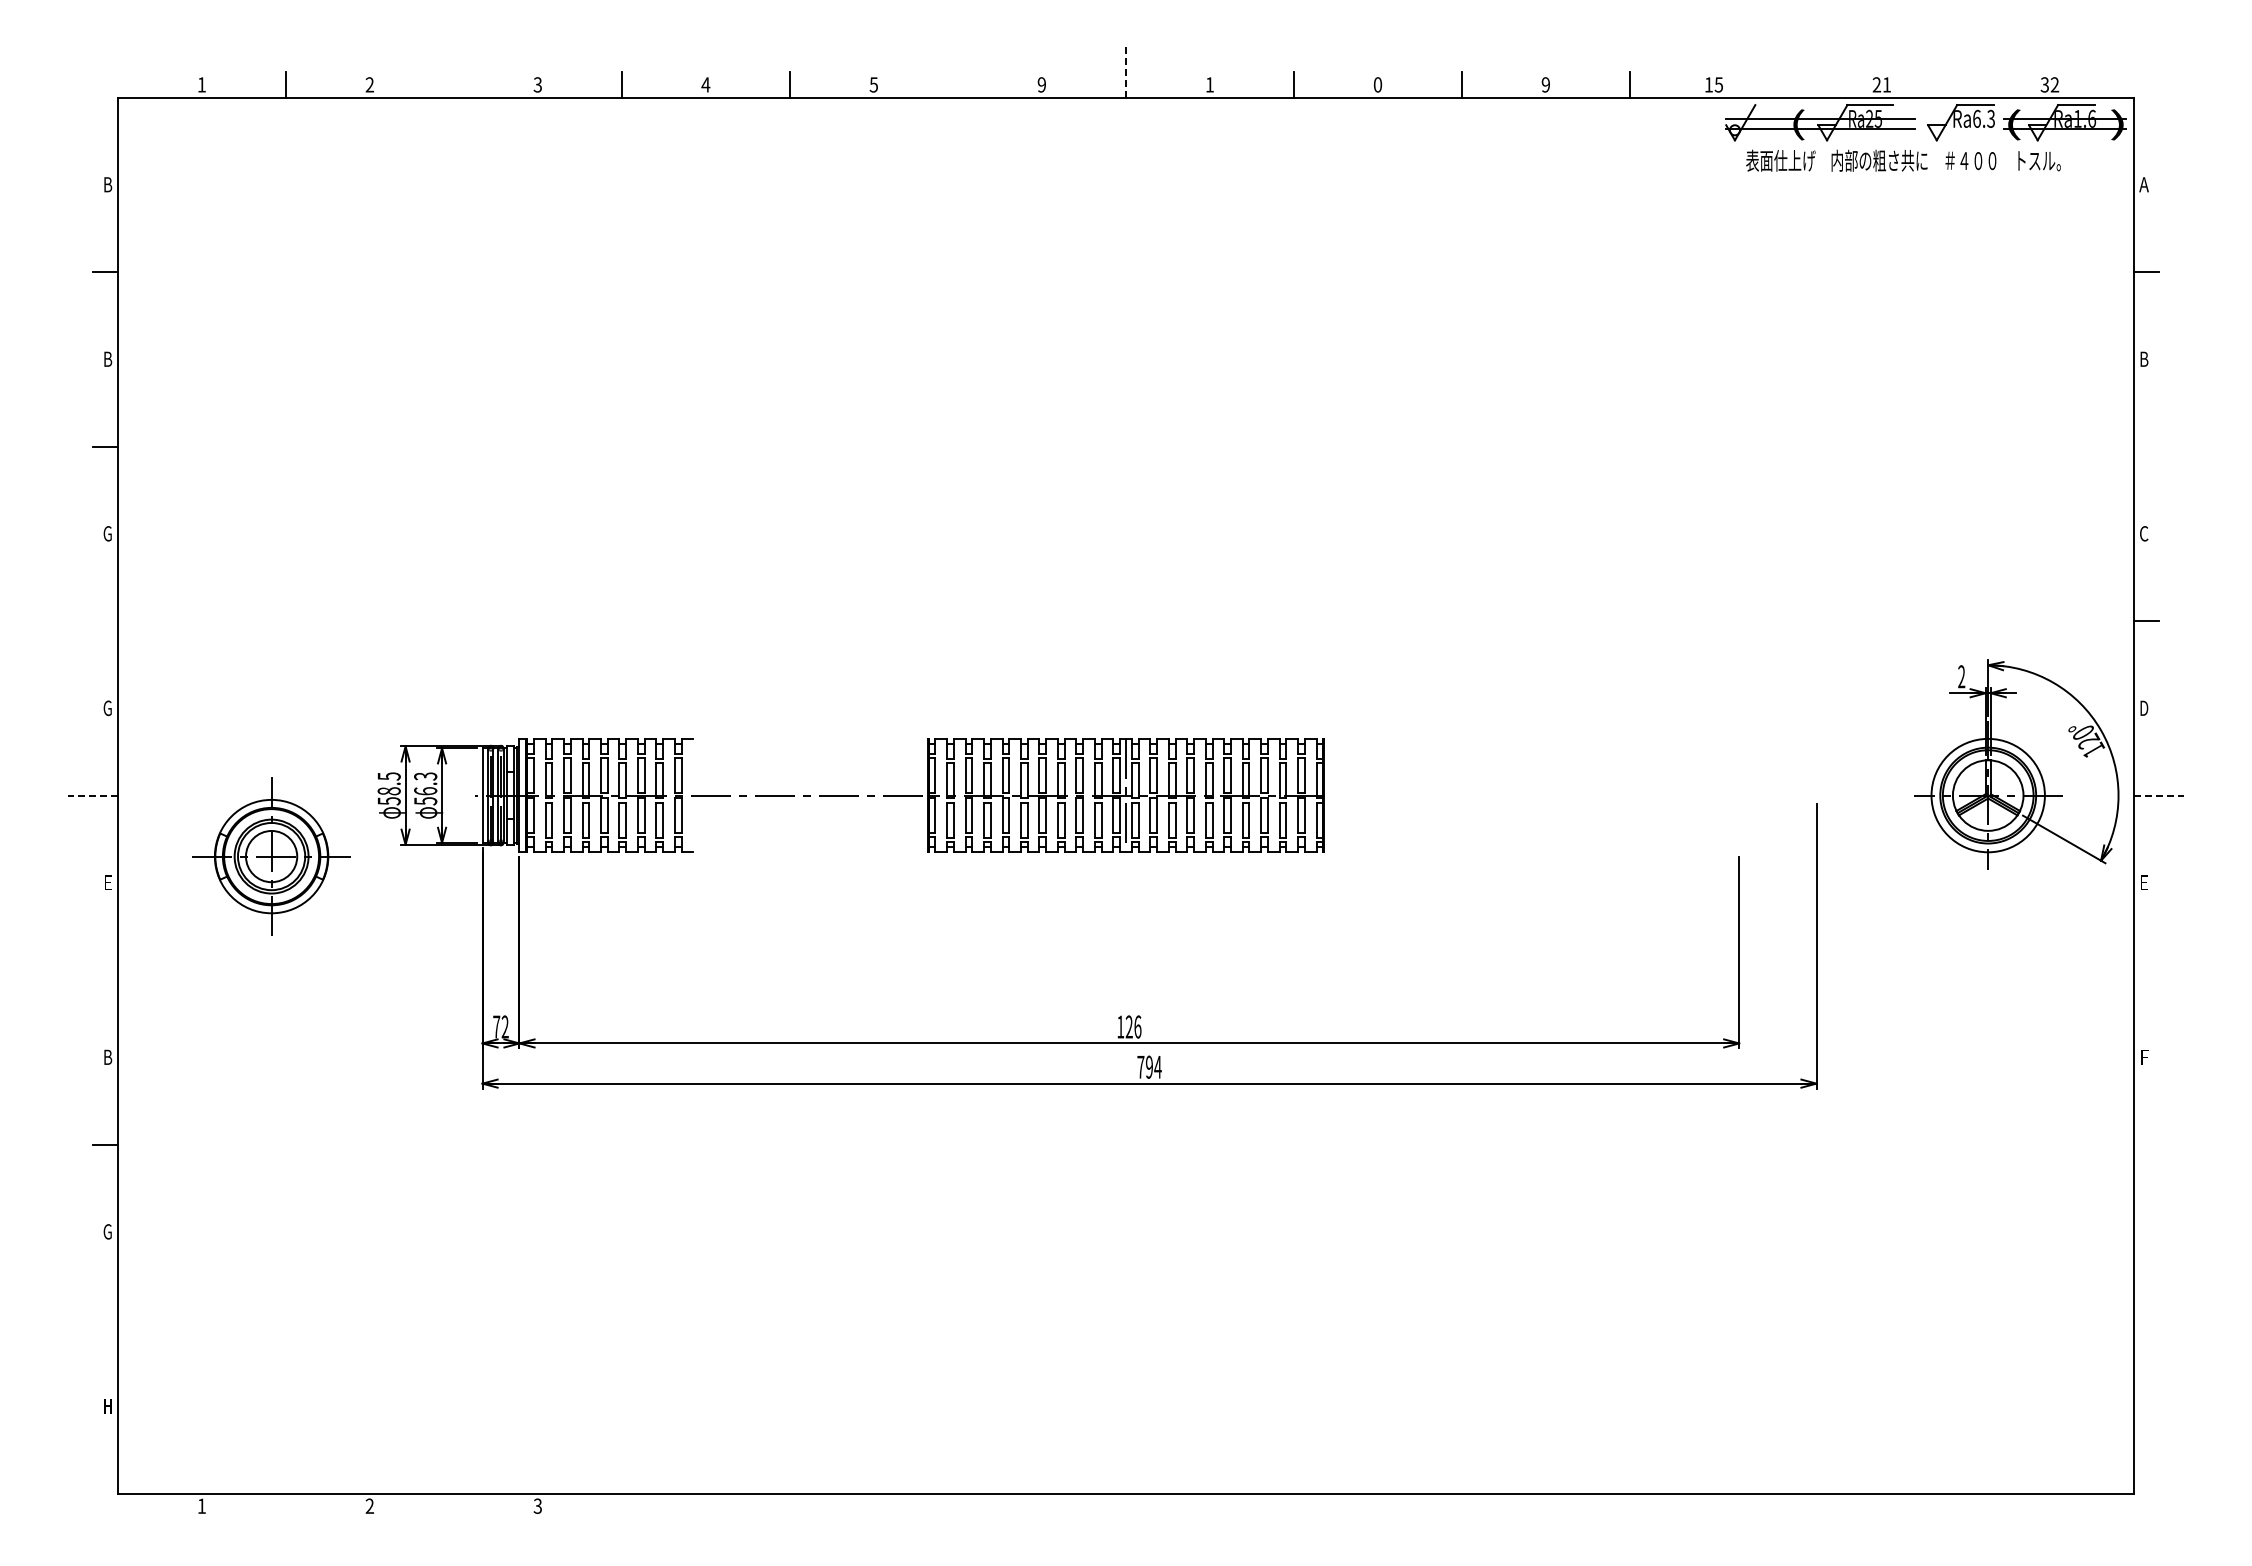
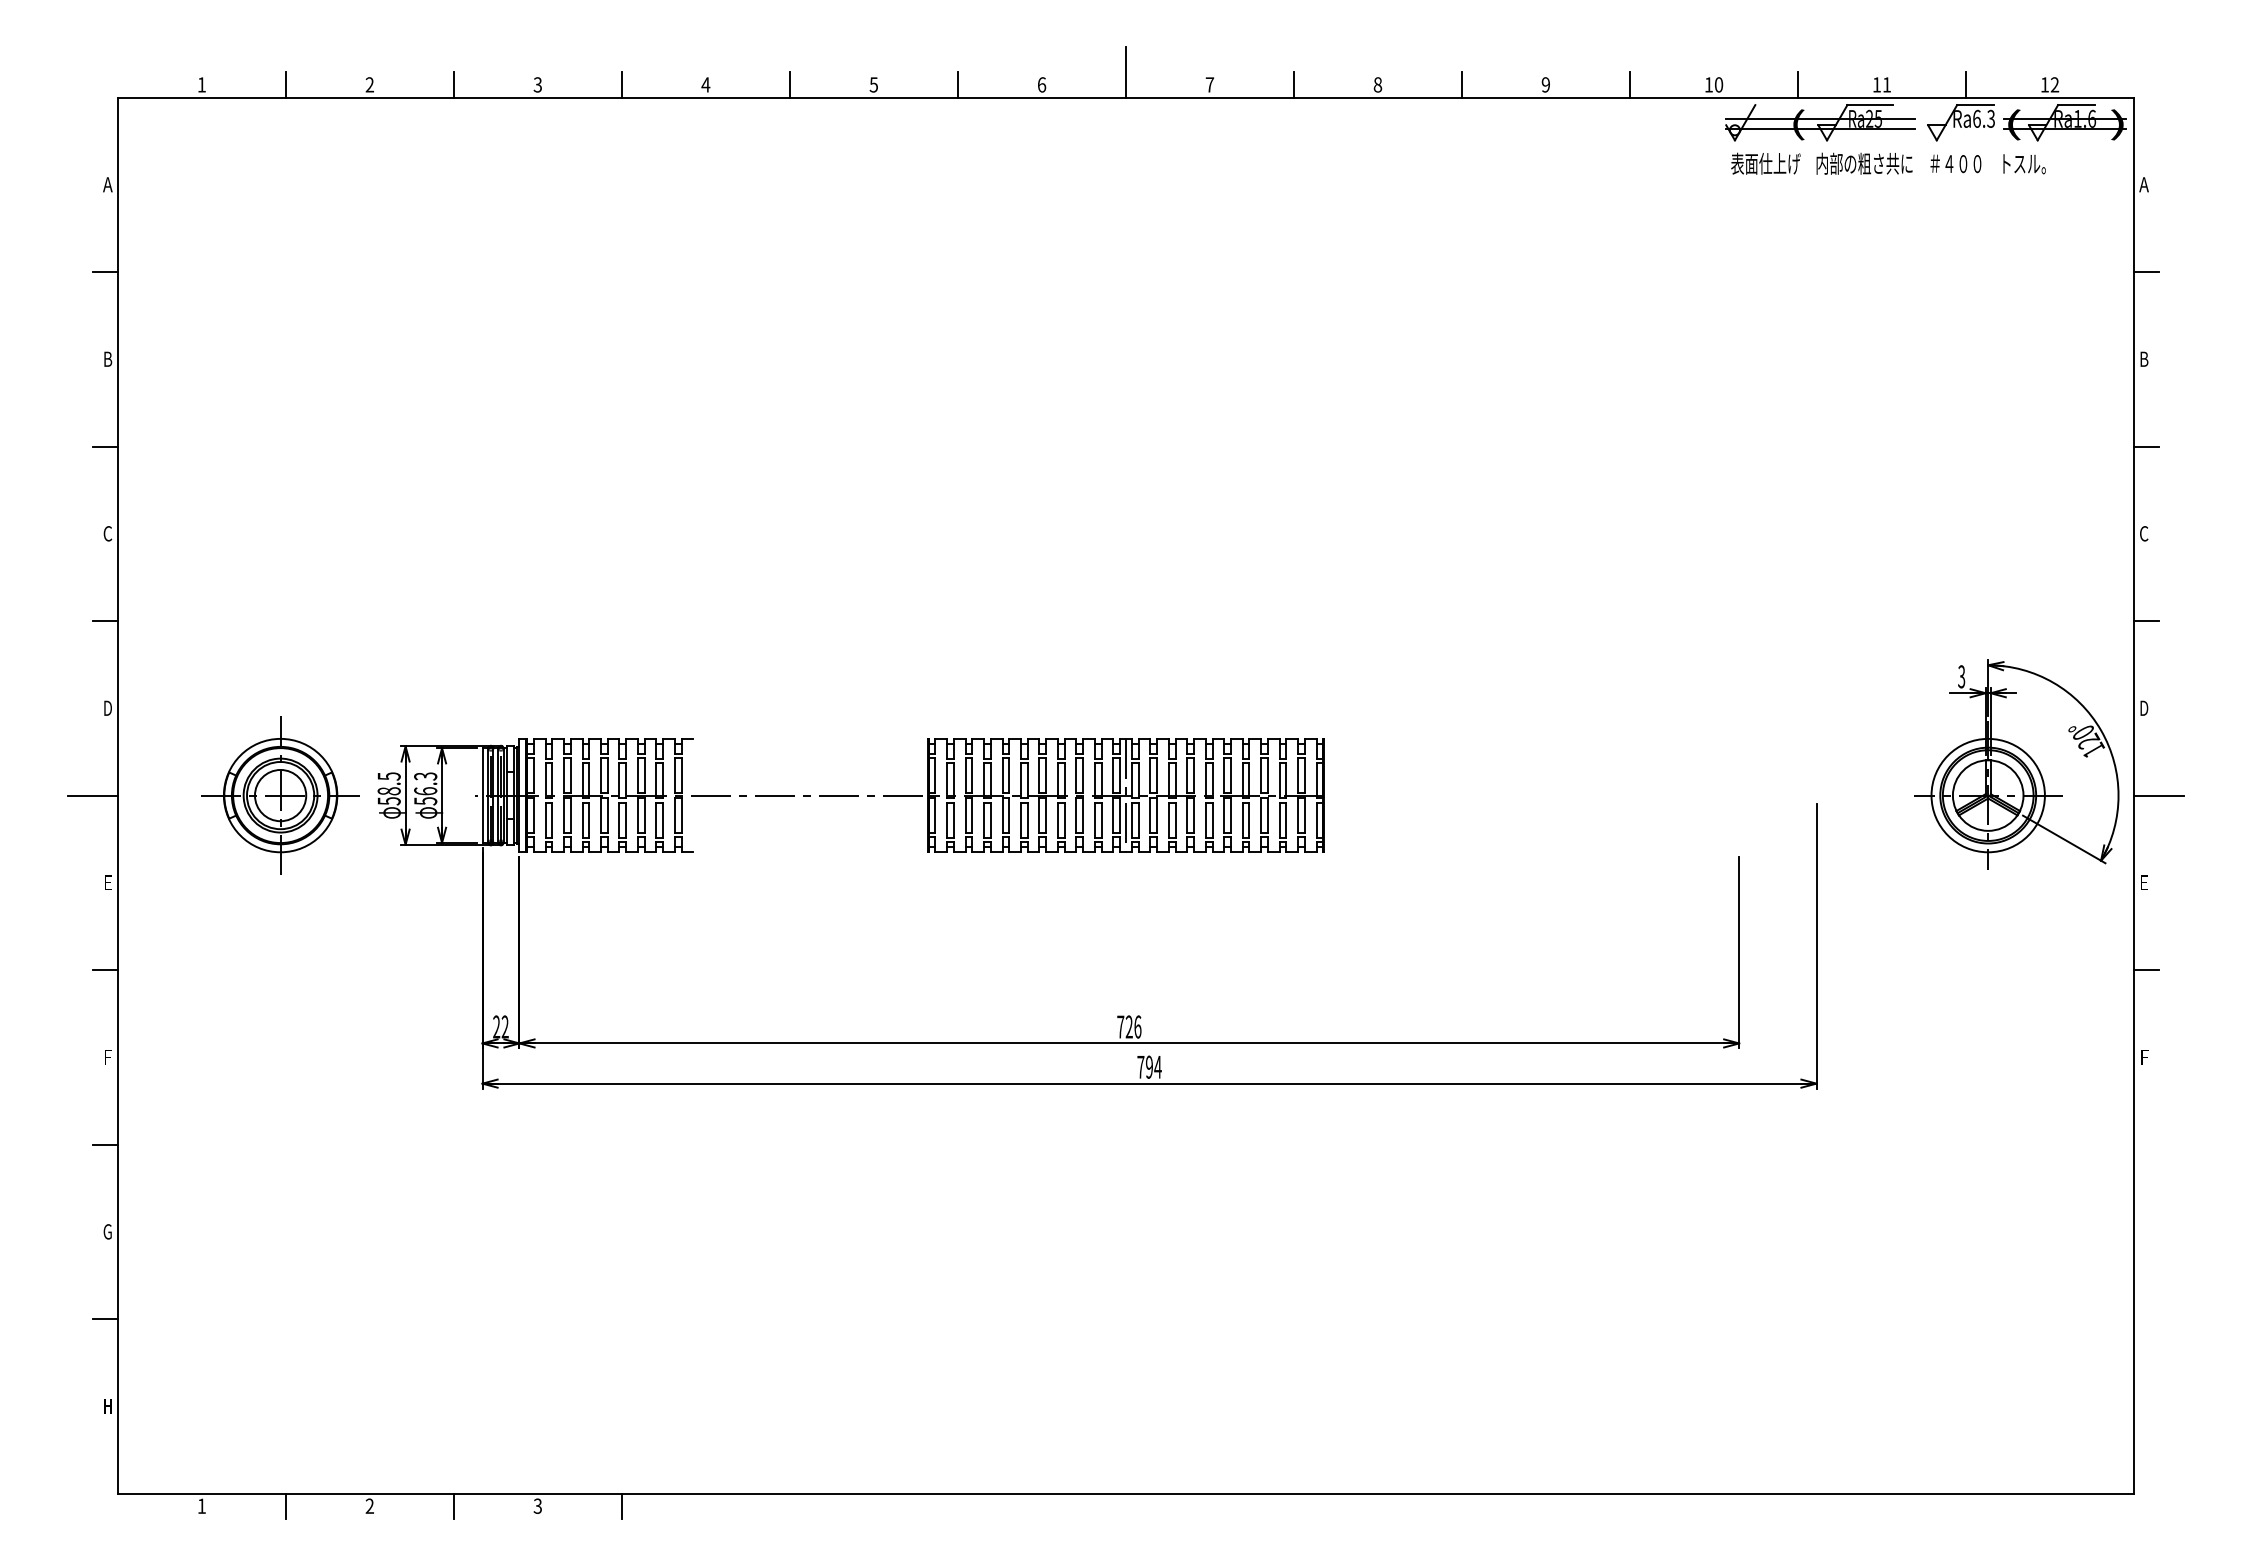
line at (1126, 71): dashed -> solid
line at (453, 84): none -> present
line at (957, 84): none -> present
text at (1041, 84): 9 -> 6
text at (1209, 84): 1 -> 7
text at (1718, 84): 15 -> 10
line at (1798, 84): none -> present
text at (1876, 84): 21 -> 11
line at (1966, 84): none -> present
text at (2044, 84): 32 -> 12
text at (1377, 85): 0 -> 8
text at (1903, 160) position: (1903, 160) -> (1888, 163)
text at (107, 184): B -> A
line at (2146, 446): none -> present
text at (108, 533): G -> C
line at (104, 621): none -> present
text at (1961, 677): 2 -> 3
text at (107, 708): G -> D
line at (92, 795): dashed -> solid
line at (2159, 795): dashed -> solid
part at (271, 856) position: (271, 856) -> (280, 795)
line at (104, 970): none -> present
line at (2146, 970): none -> present
text at (496, 1026): 72 -> 22
text at (1120, 1026): 126 -> 726
text at (108, 1056): B -> F
line at (104, 1319): none -> present
line at (285, 1505): none -> present
line at (453, 1505): none -> present
line at (621, 1505): none -> present
